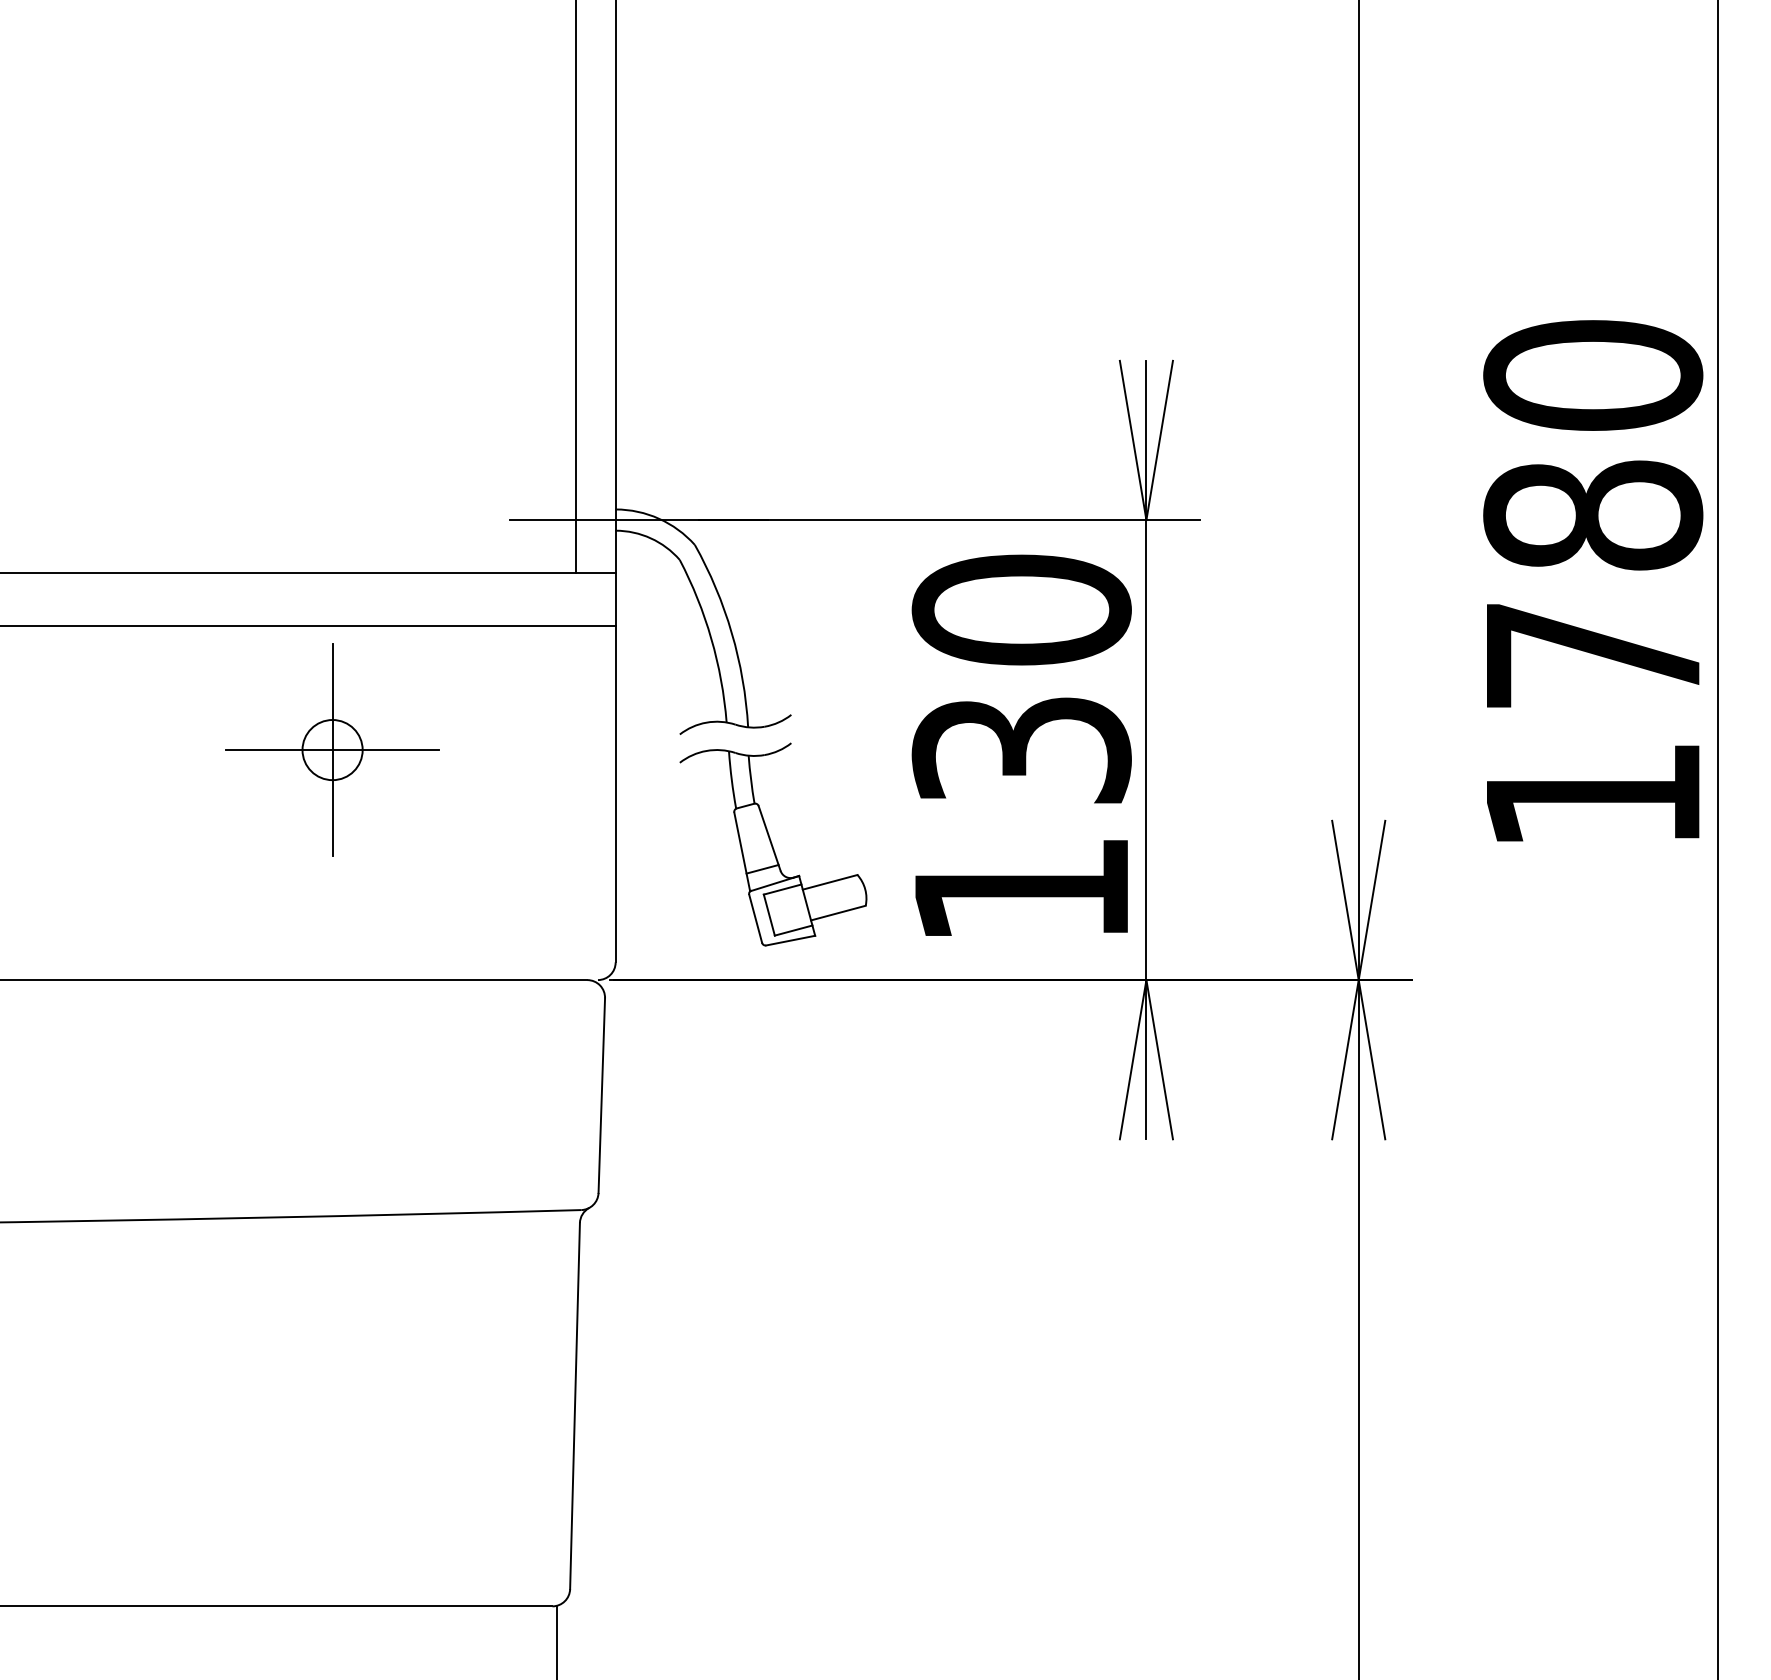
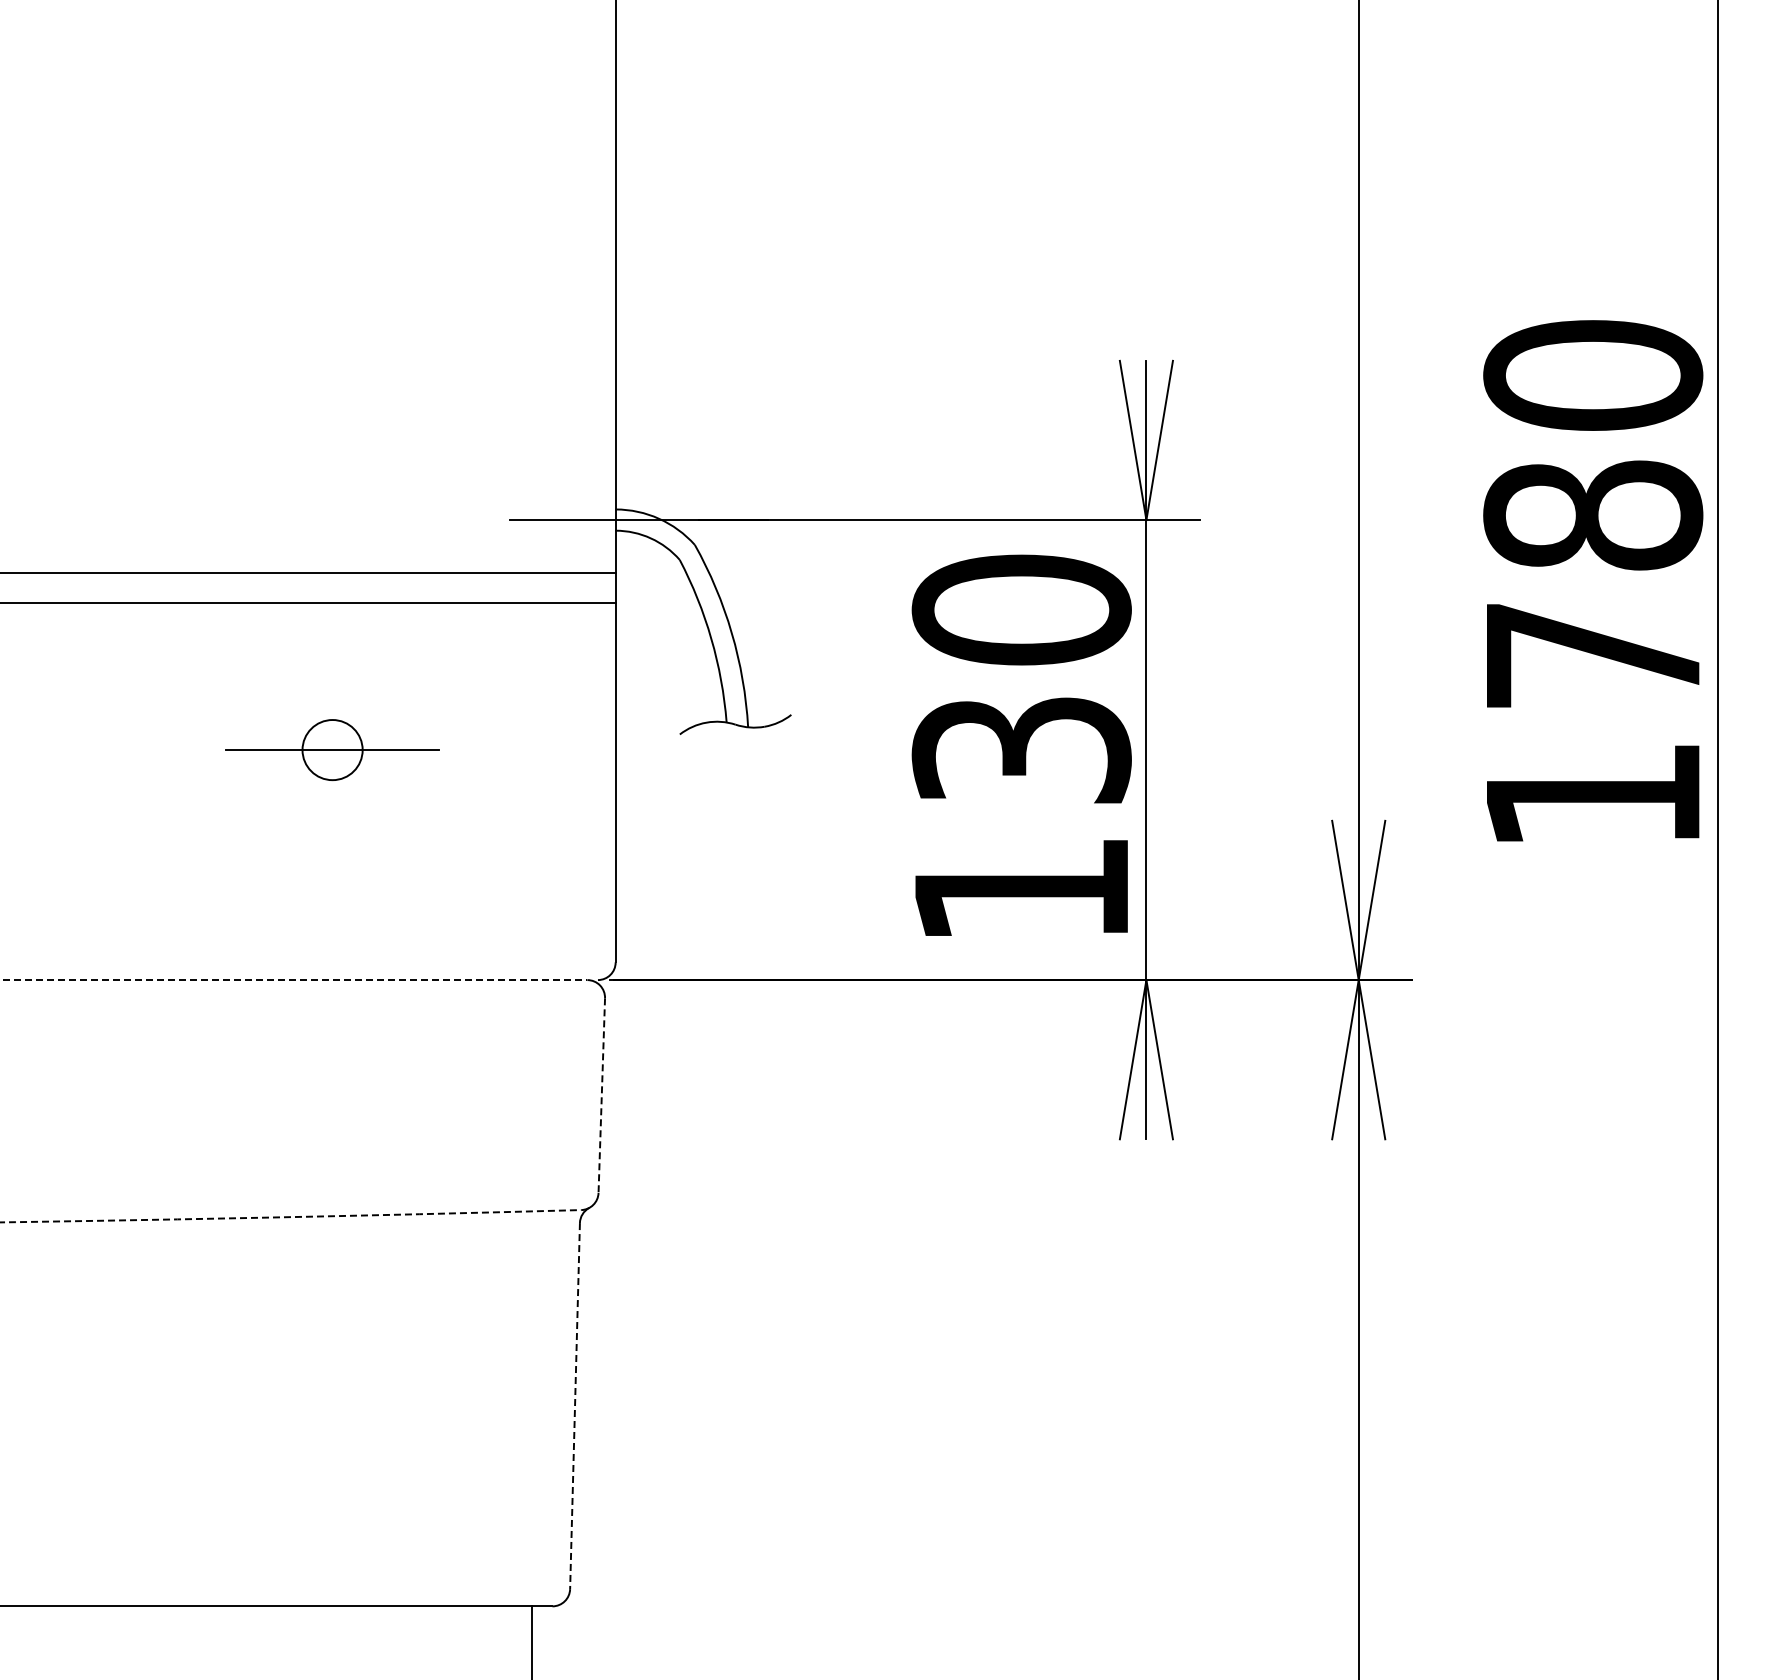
line at (575, 287): present -> none
line at (308, 626) position: (308, 626) -> (308, 603)
line at (332, 749): present -> none
part at (773, 844): present -> none
line at (294, 980): solid -> dashed
line at (601, 1096): solid -> dashed
arc at (291, 1217): solid -> dashed
line at (575, 1406): solid -> dashed
line at (557, 1640) position: (557, 1640) -> (532, 1640)
